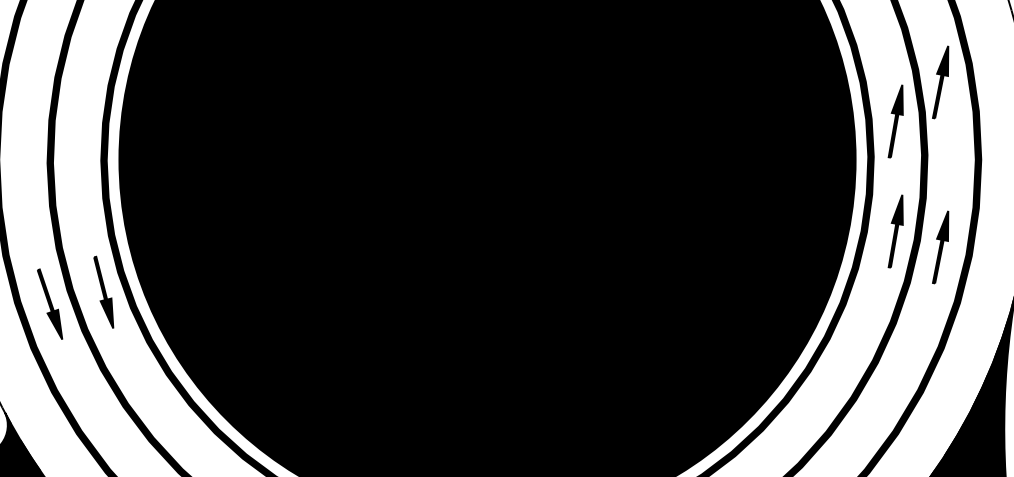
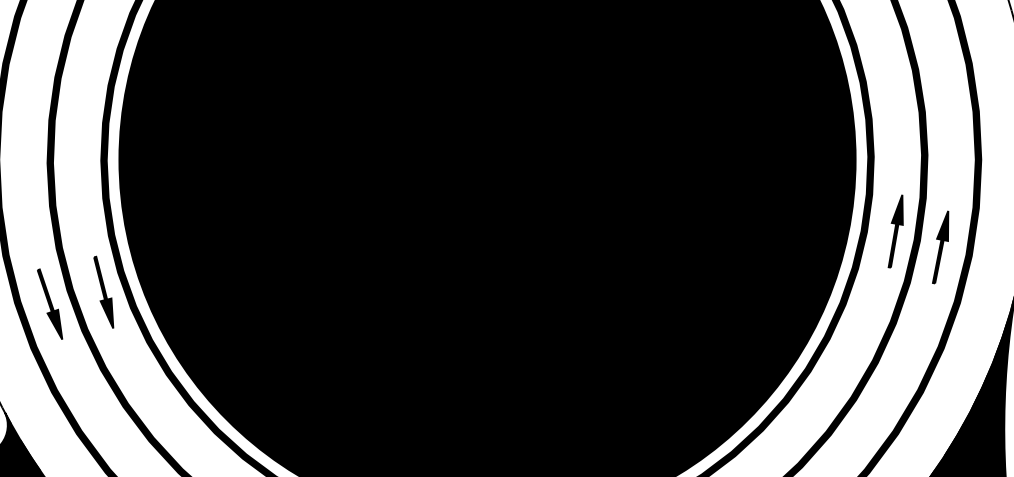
part at (940, 82): present -> none
part at (895, 121): present -> none
